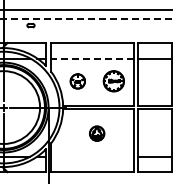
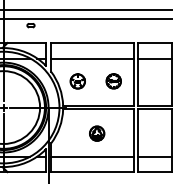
line at (86, 18): dashed -> solid
line at (91, 58): dashed -> solid
part at (113, 81) size: 23x23 px -> 17x17 px
line at (92, 156): none -> present
